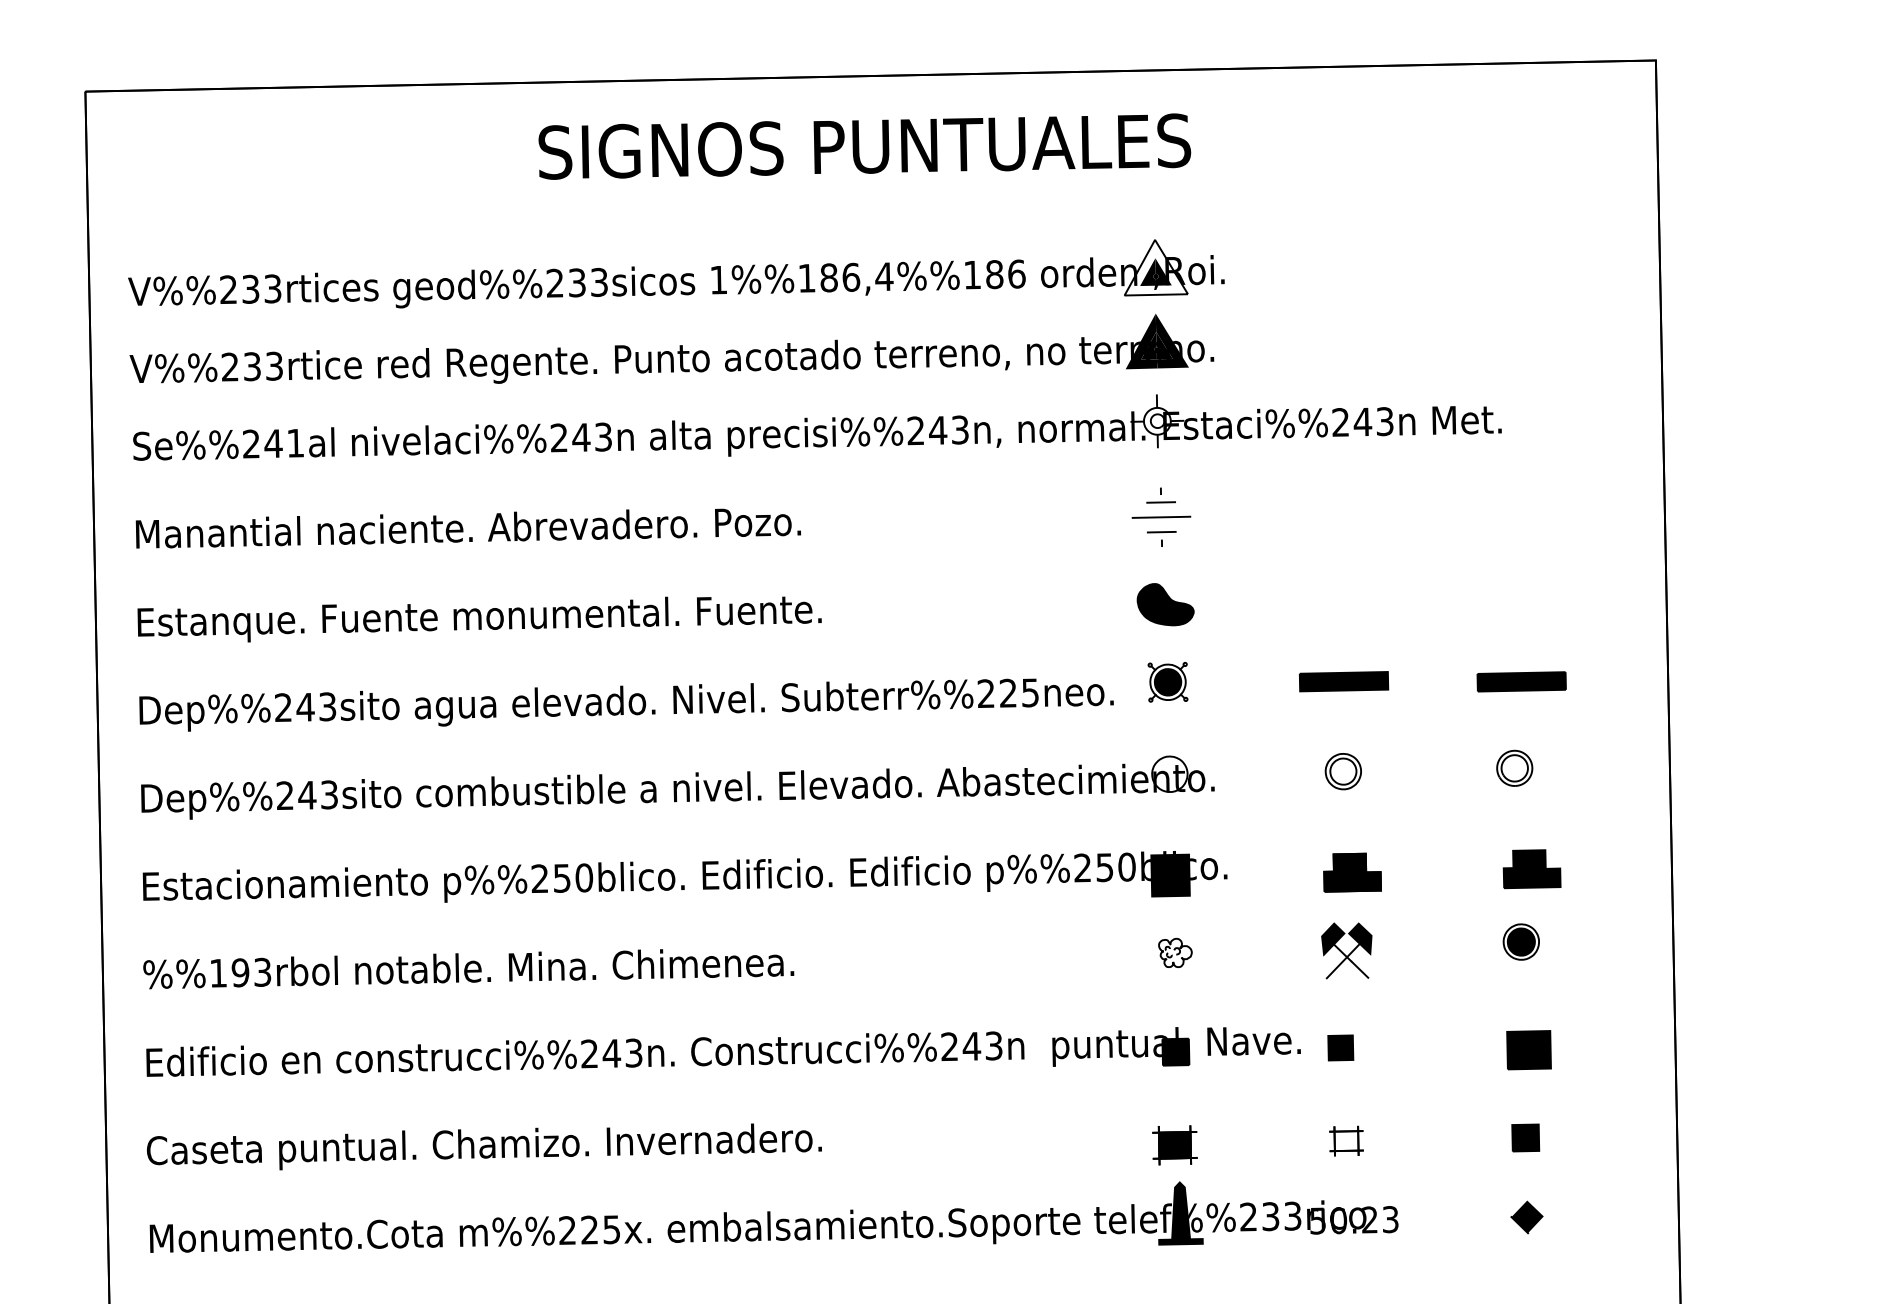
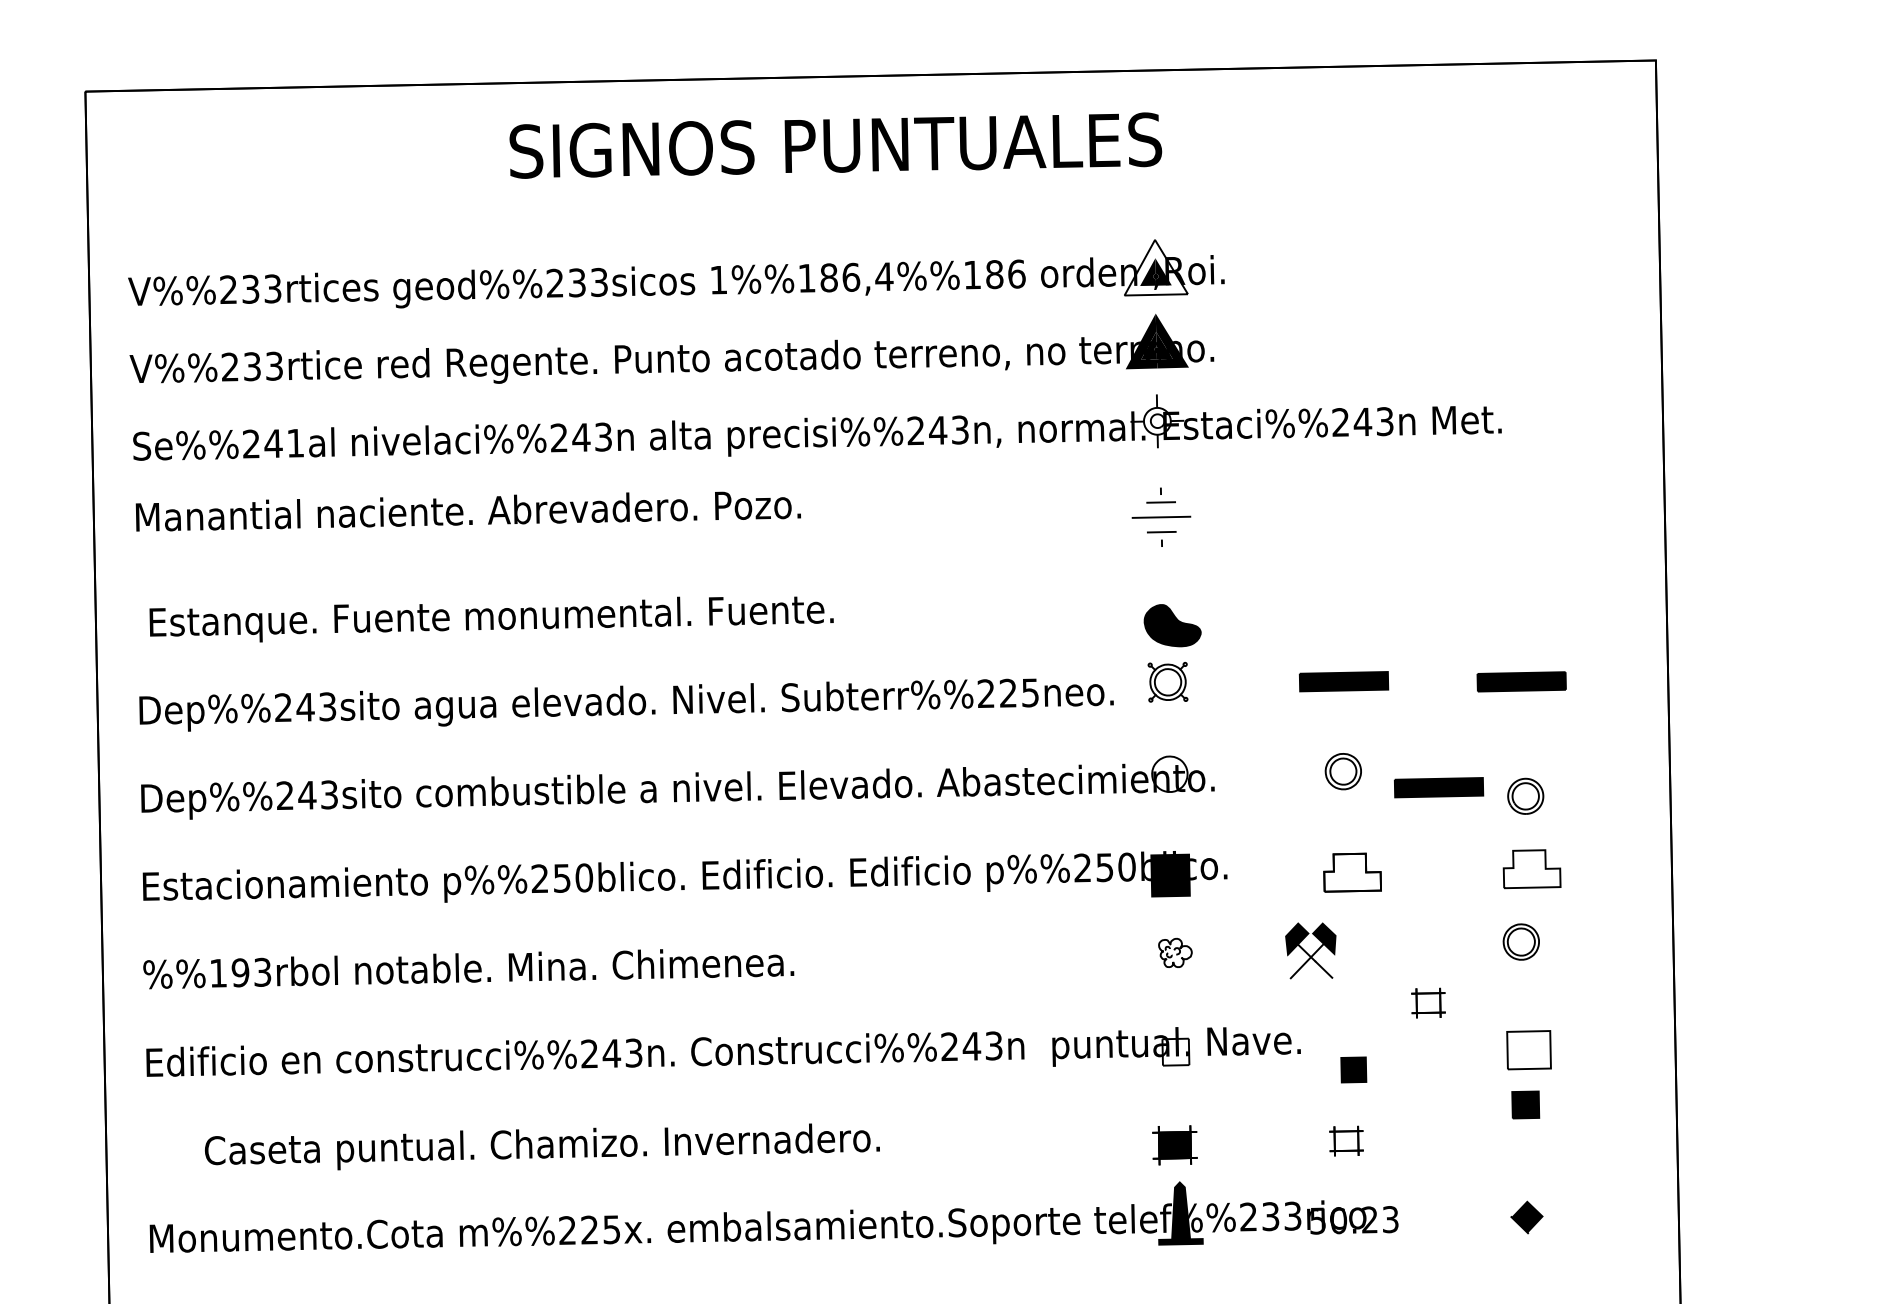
text at (864, 146) position: (864, 146) -> (835, 145)
text at (467, 528) position: (467, 528) -> (467, 511)
part at (1165, 604) position: (1165, 604) -> (1172, 625)
text at (479, 619) position: (479, 619) -> (491, 619)
fill at (1167, 682): present -> none
part at (1514, 767) position: (1514, 767) -> (1525, 795)
part at (1439, 787): none -> present
fill at (1531, 869): present -> none
fill at (1352, 872): present -> none
fill at (1520, 941): present -> none
part at (1346, 950) position: (1346, 950) -> (1310, 950)
part at (1428, 1002): none -> present
part at (1340, 1047) position: (1340, 1047) -> (1353, 1069)
fill at (1528, 1050): present -> none
fill at (1175, 1051): present -> none
part at (1525, 1137) position: (1525, 1137) -> (1525, 1104)
text at (484, 1146) position: (484, 1146) -> (542, 1146)
